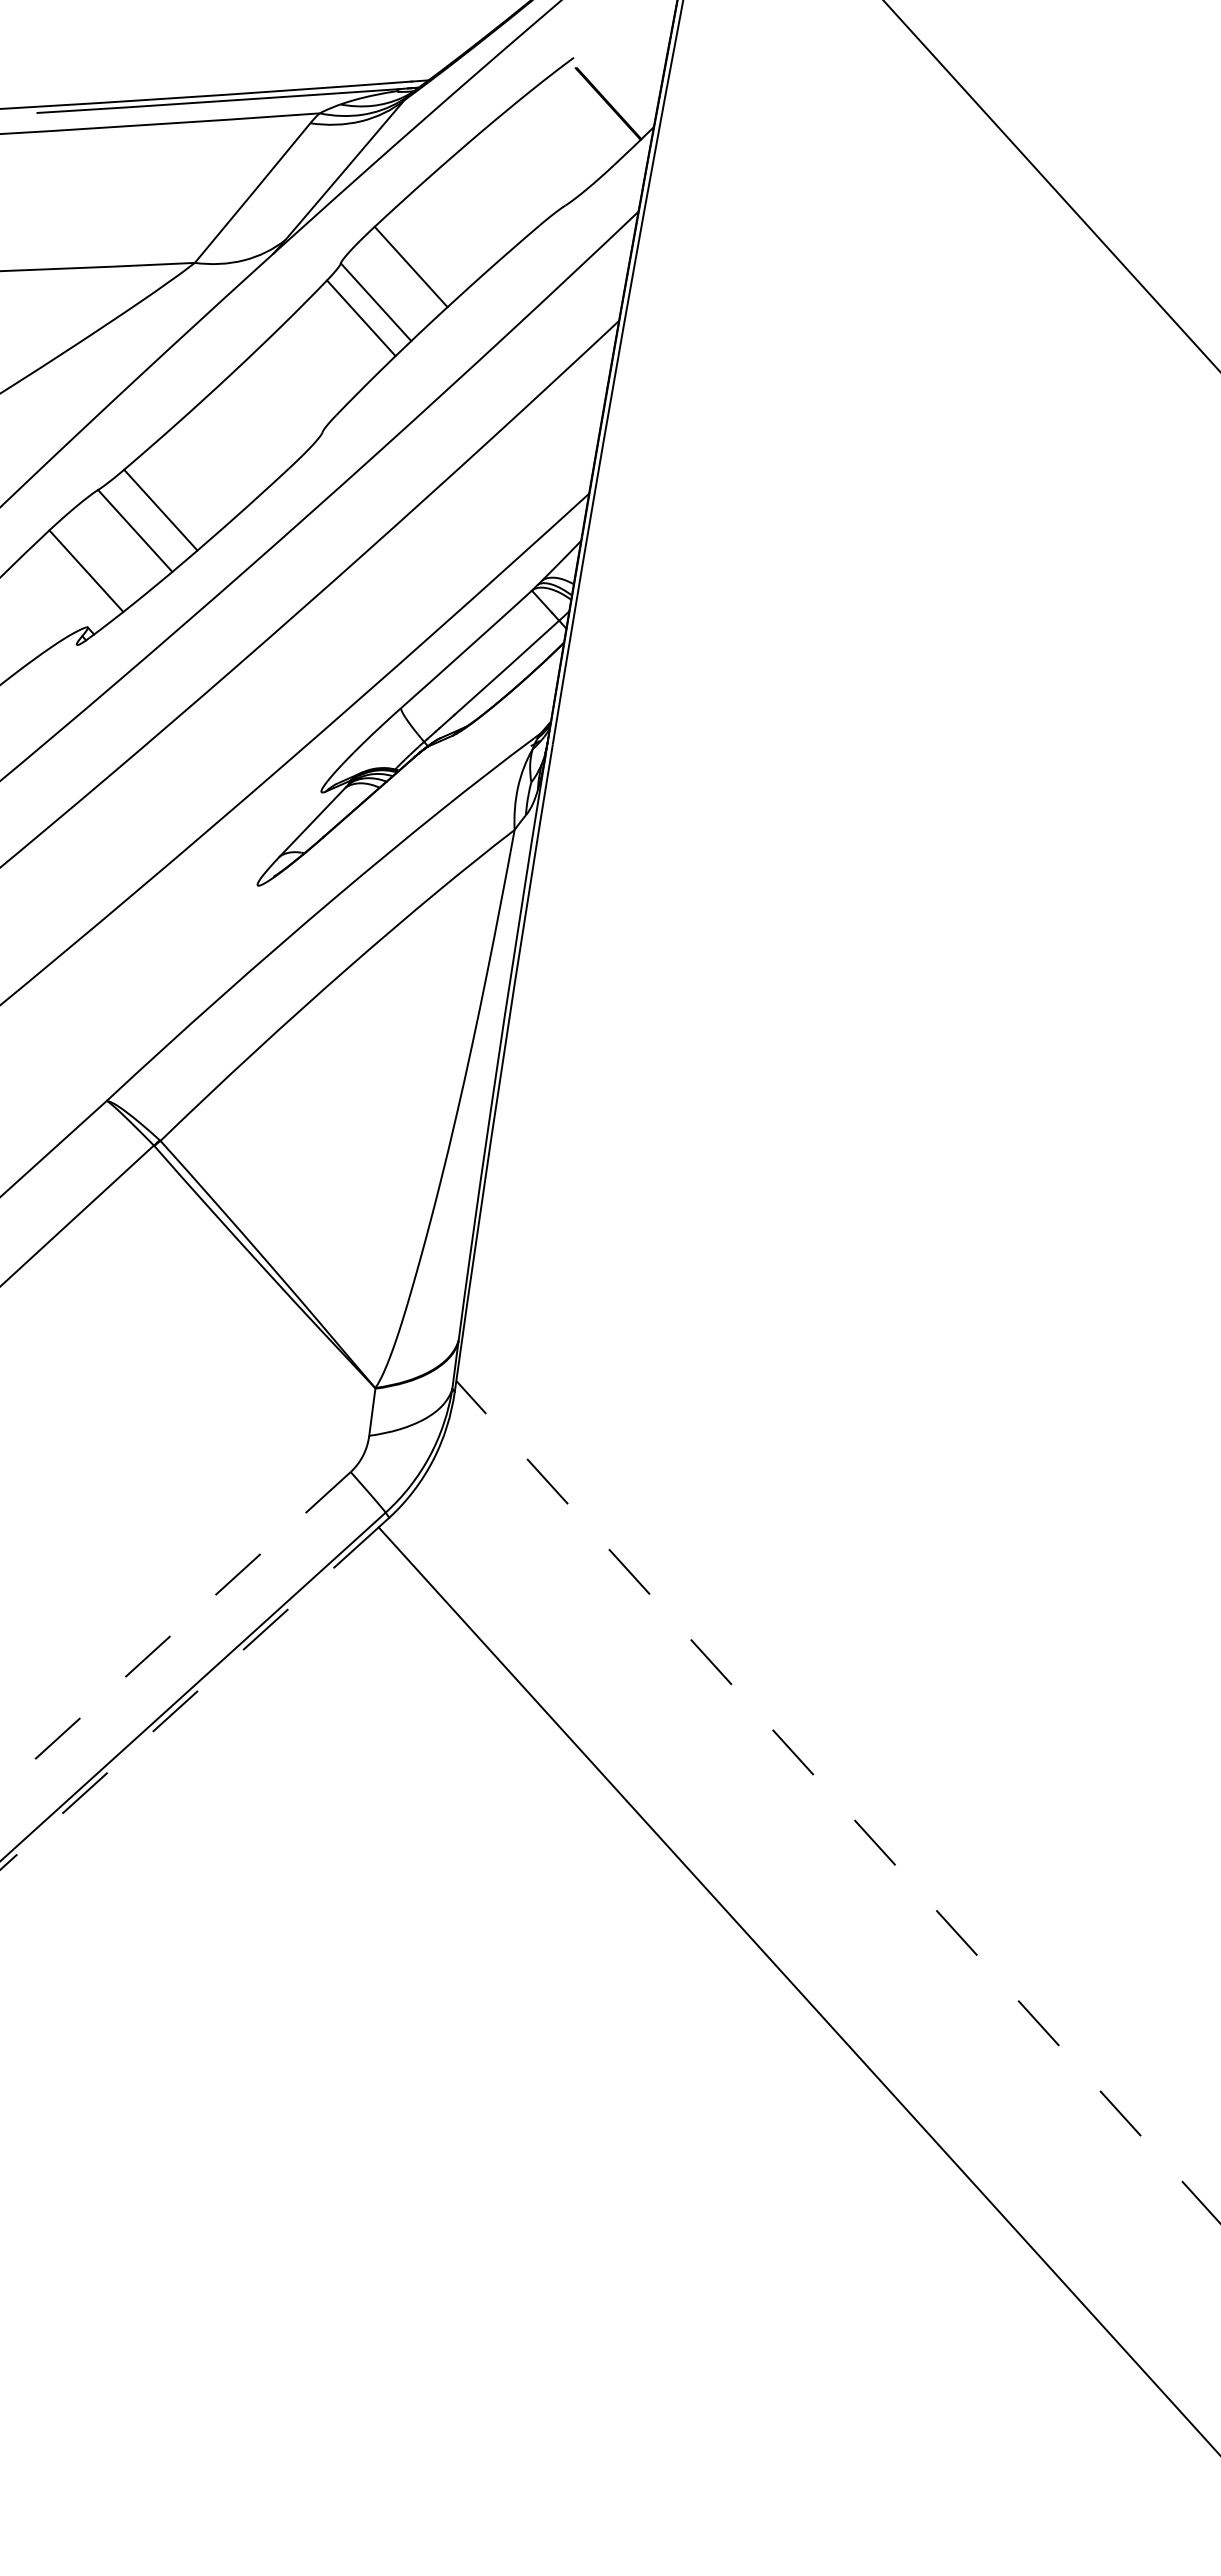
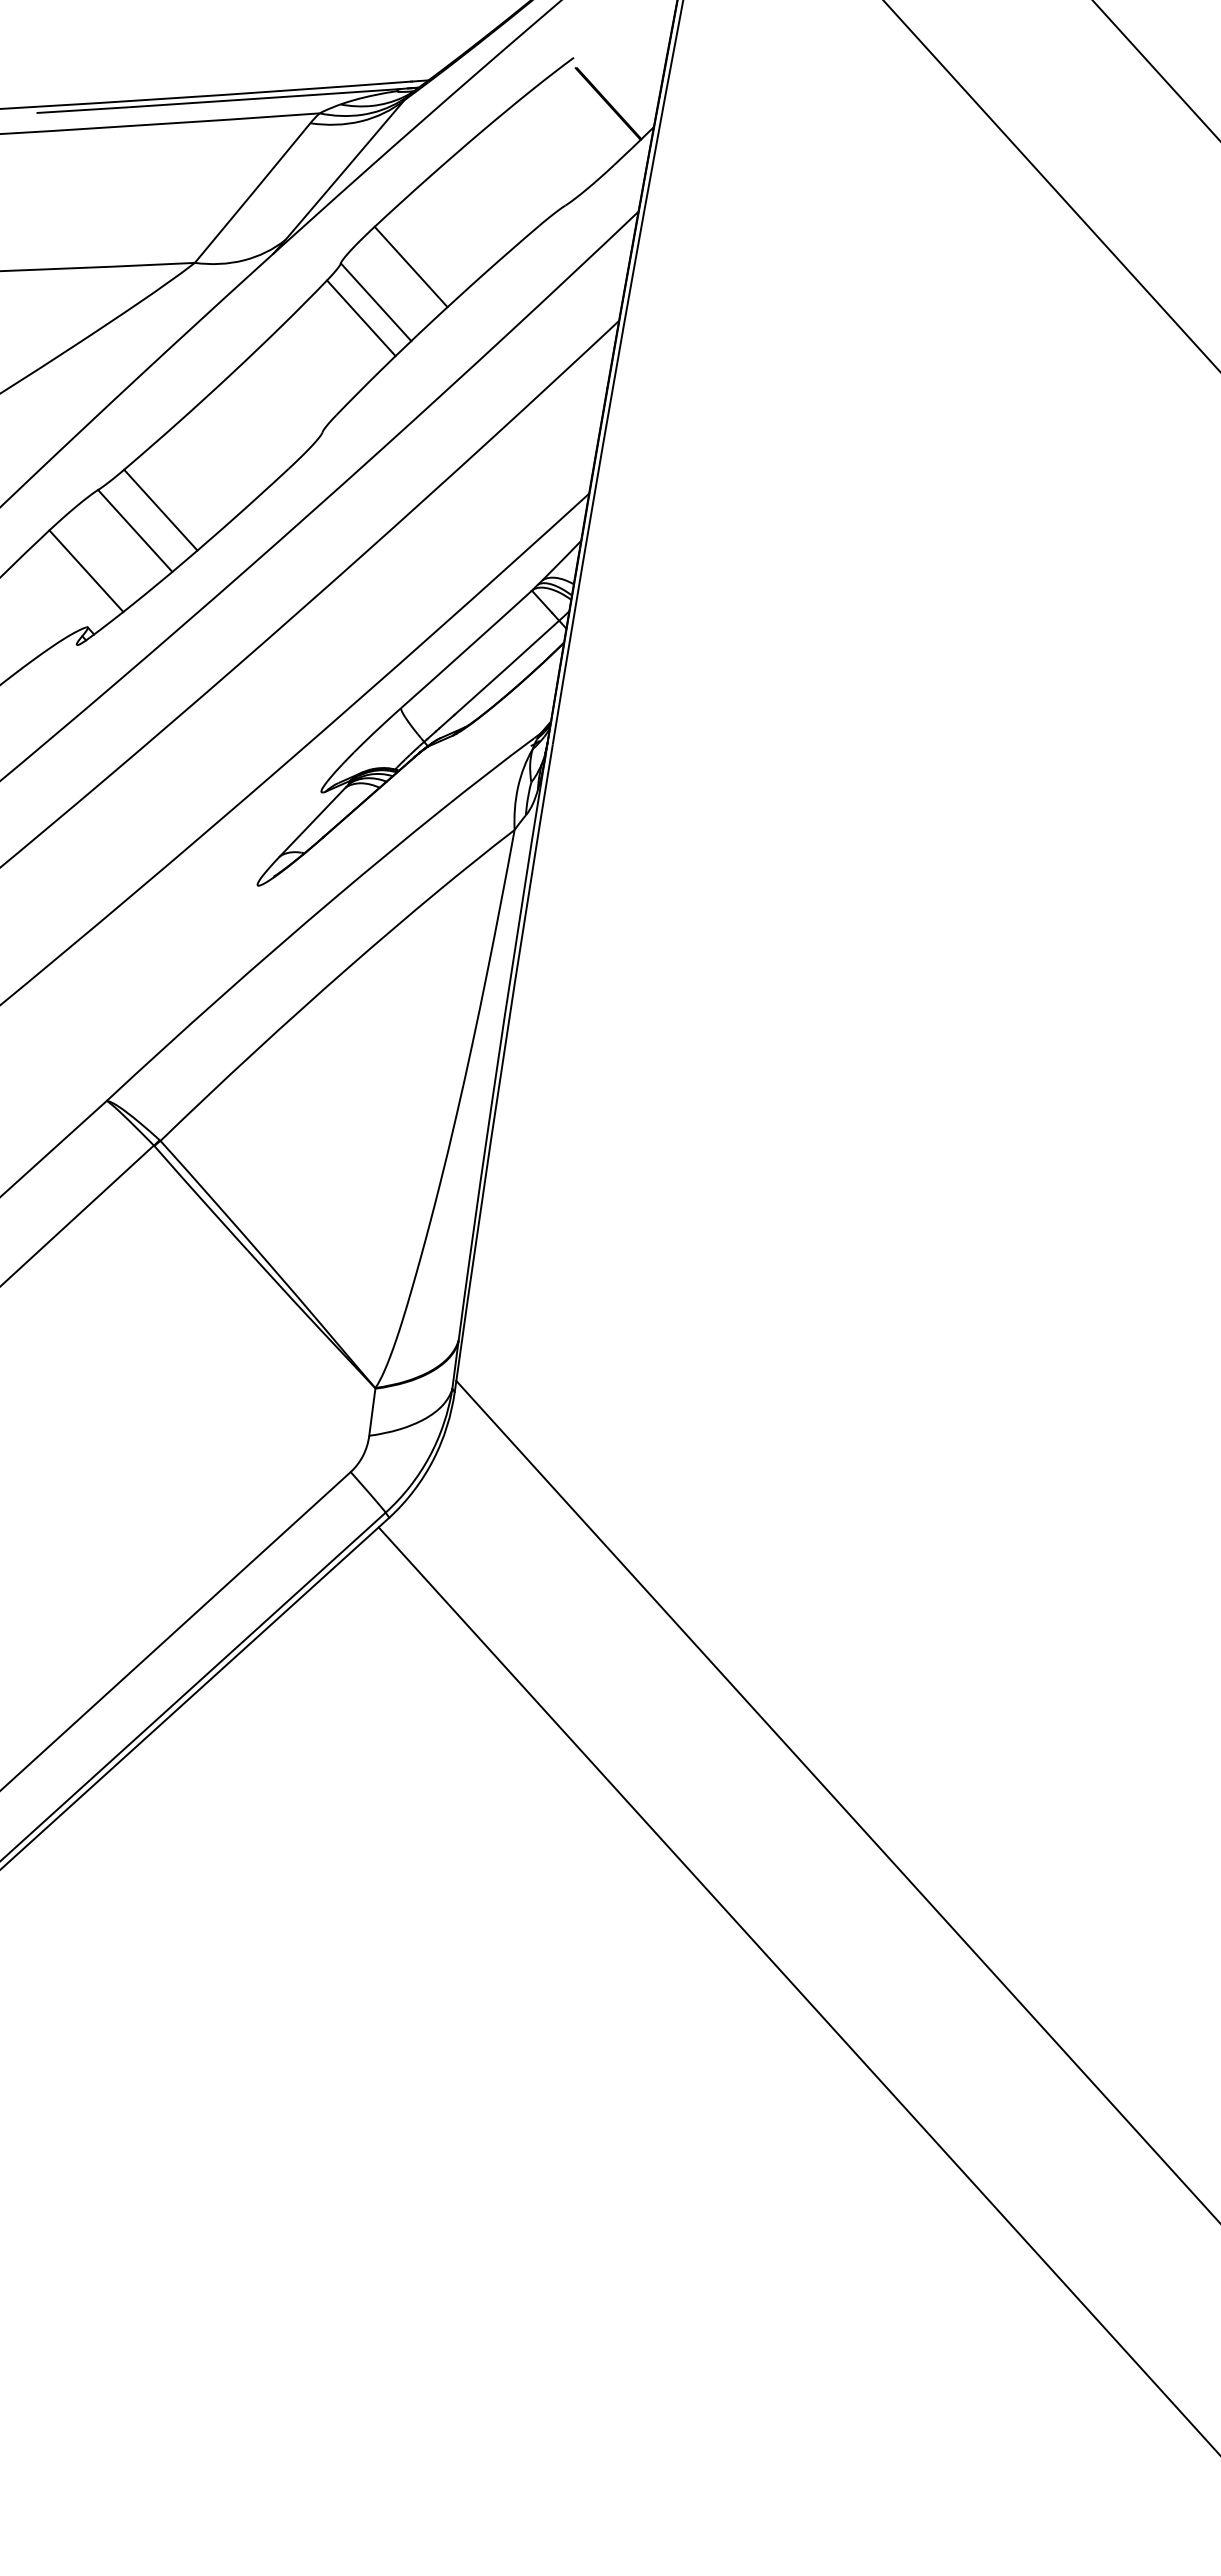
line at (1155, 70): none -> present
line at (175, 1631): dashed -> solid
line at (189, 1699): dashed -> solid
line at (838, 1802): dashed -> solid
